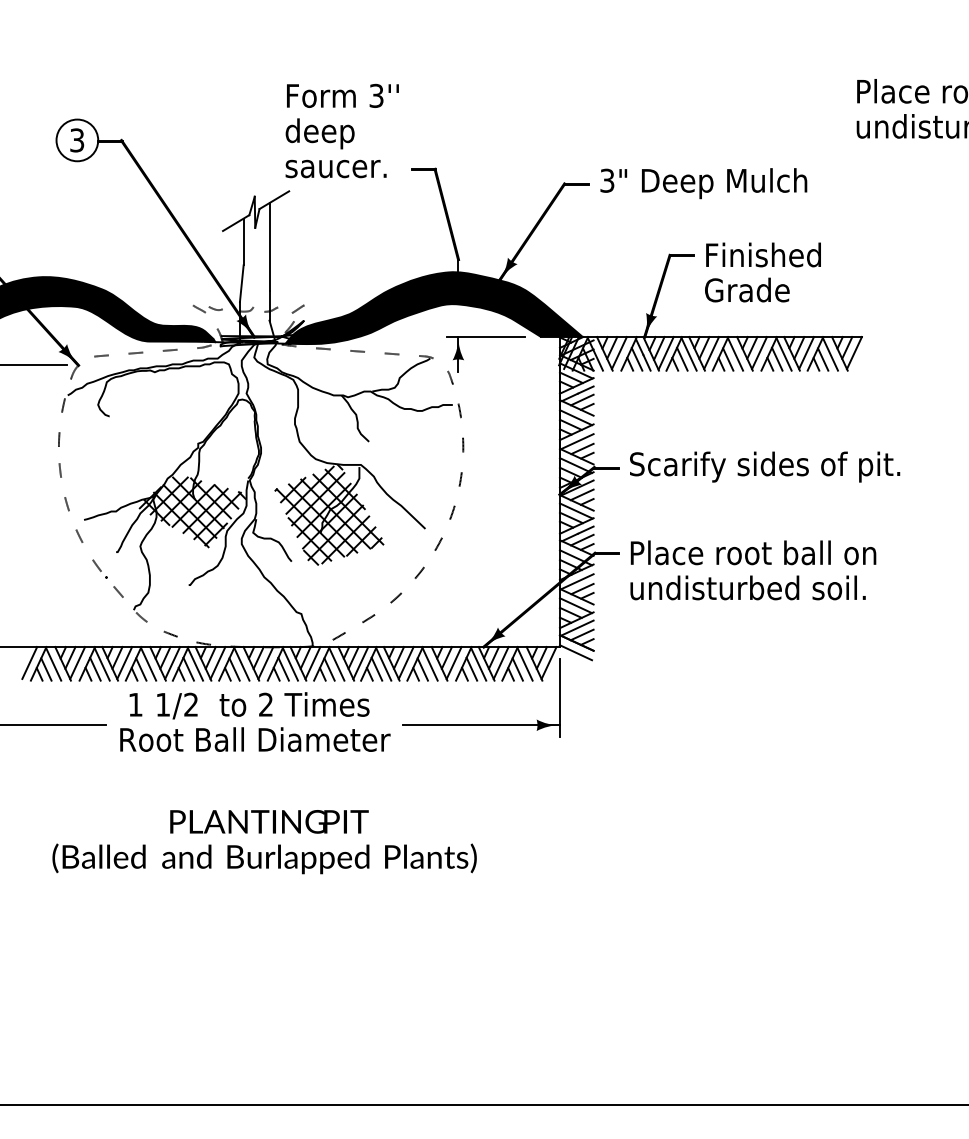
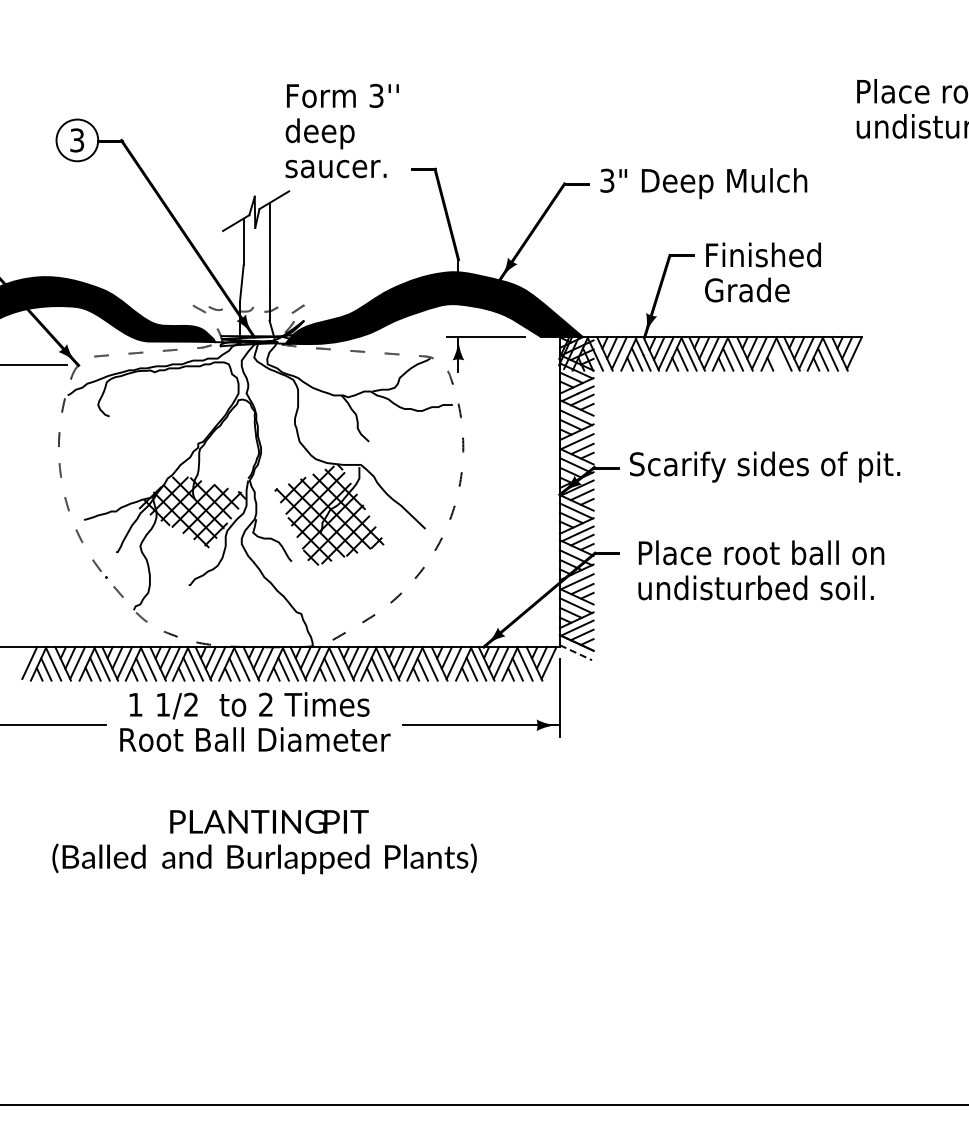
line at (776, 358): present -> none
text at (753, 570) position: (753, 570) -> (761, 570)
line at (576, 652): solid -> dashed
